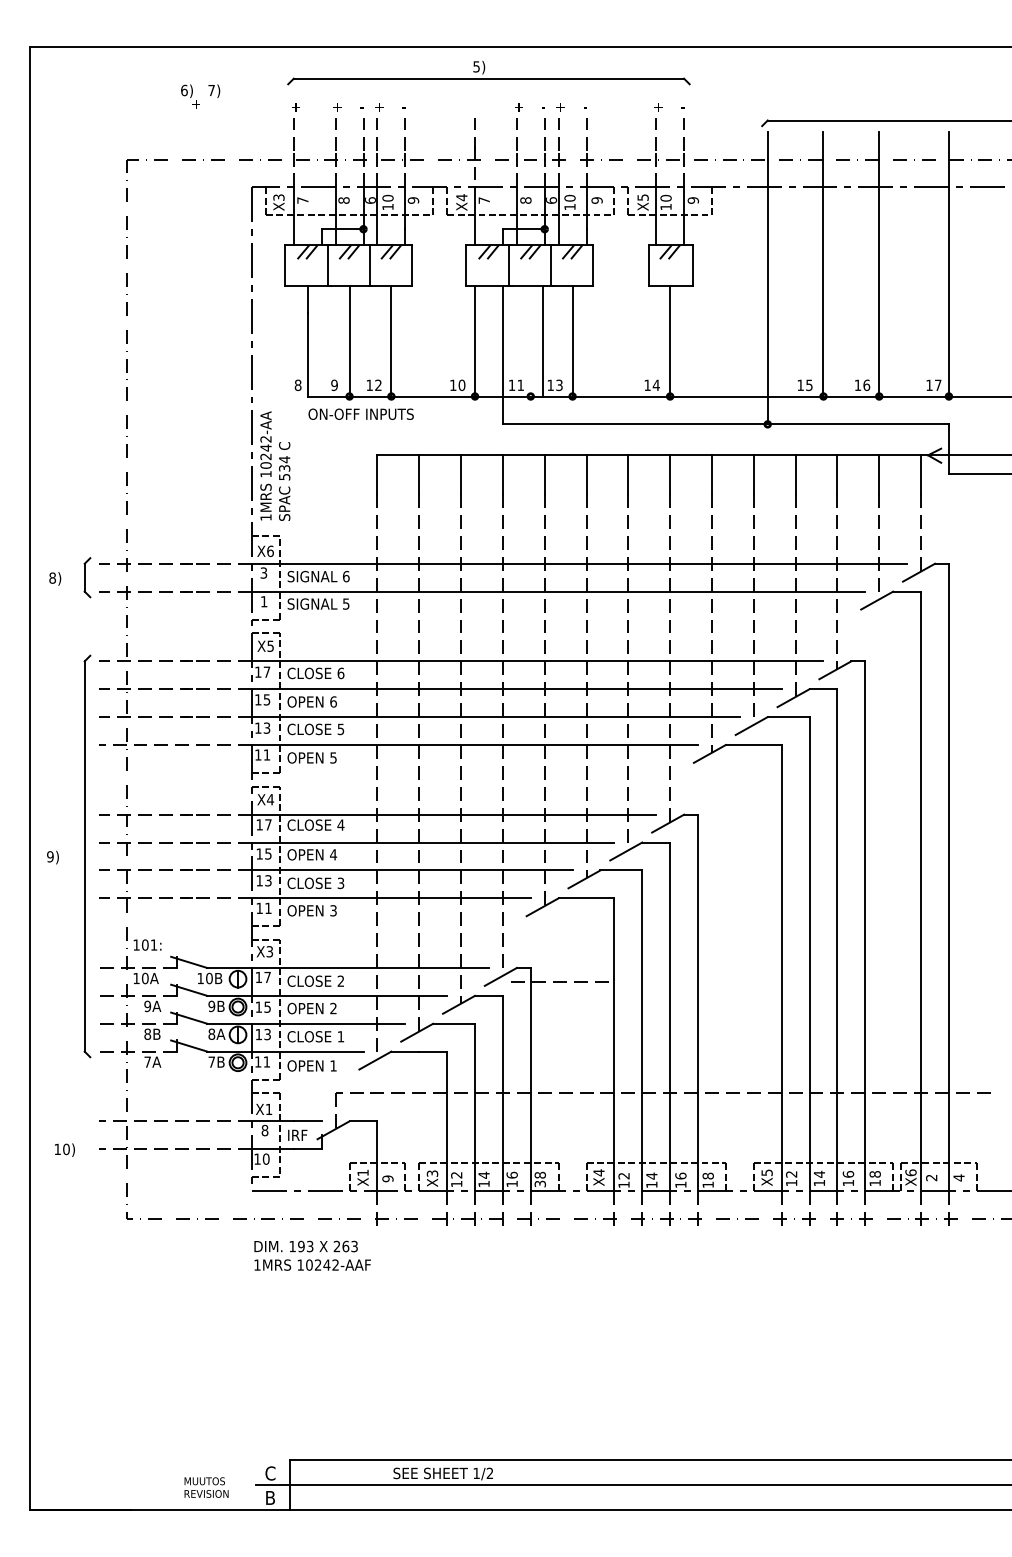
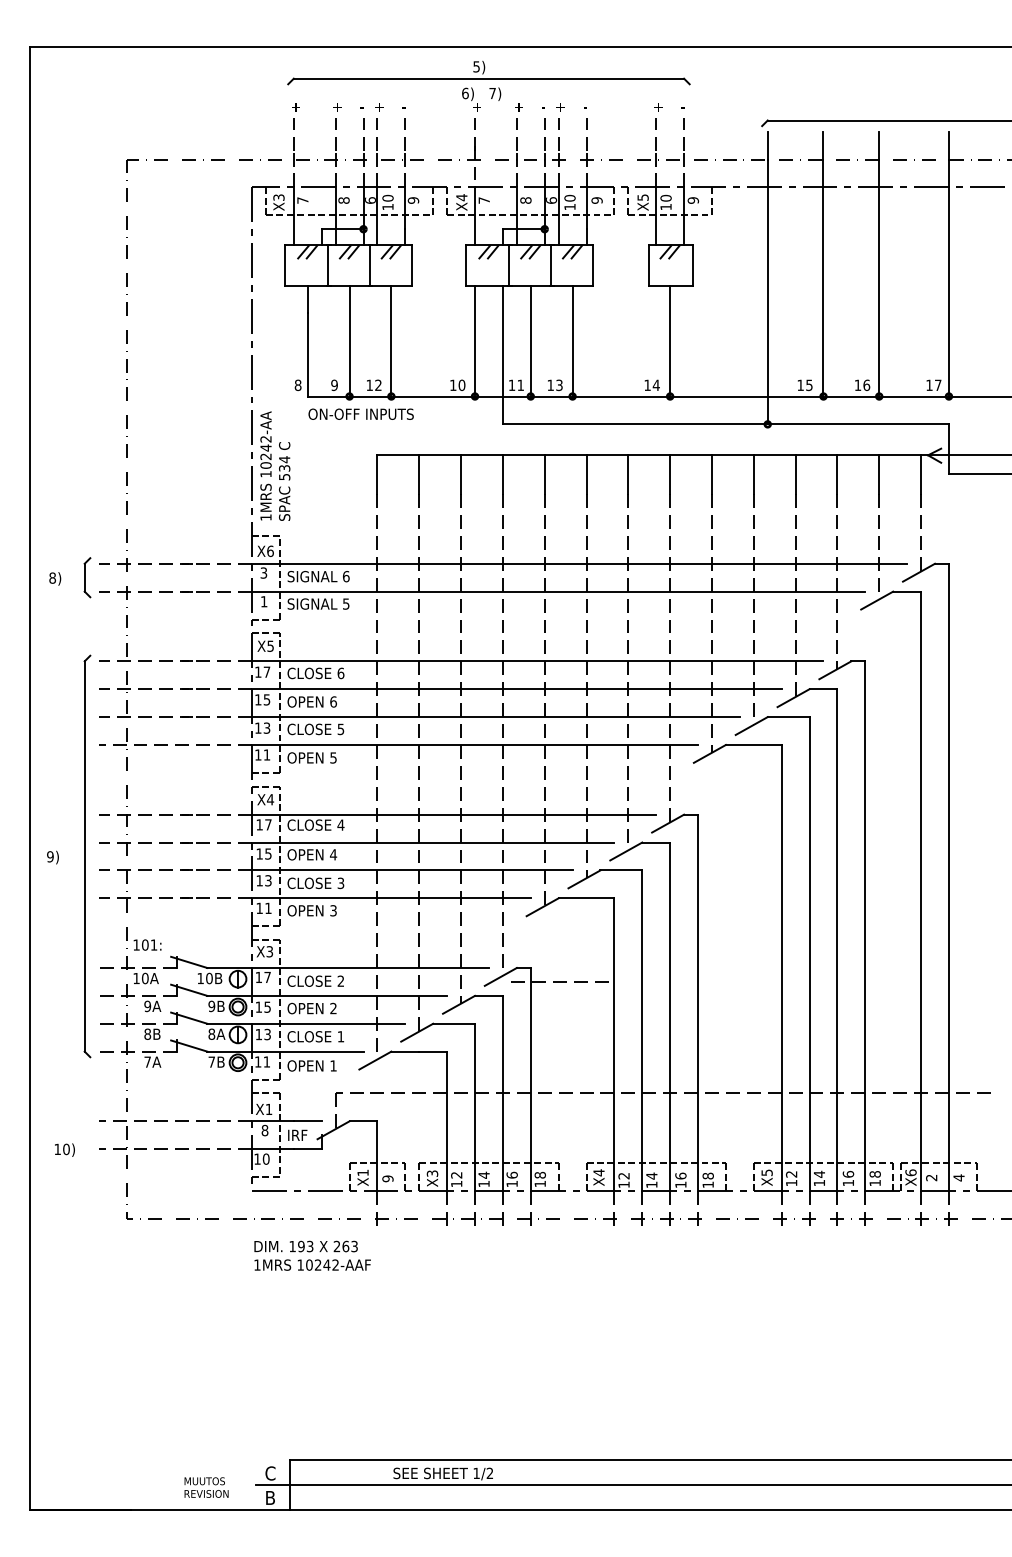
text at (200, 96) position: (200, 96) -> (481, 99)
line at (542, 341) position: (542, 341) -> (530, 341)
text at (539, 1183): 38 -> 18
